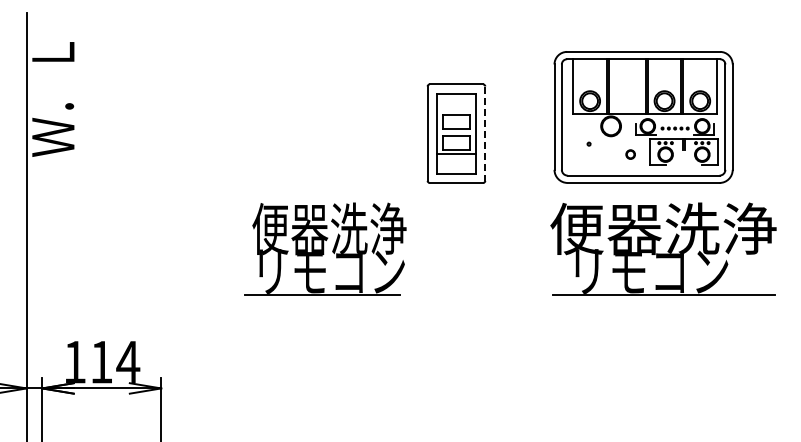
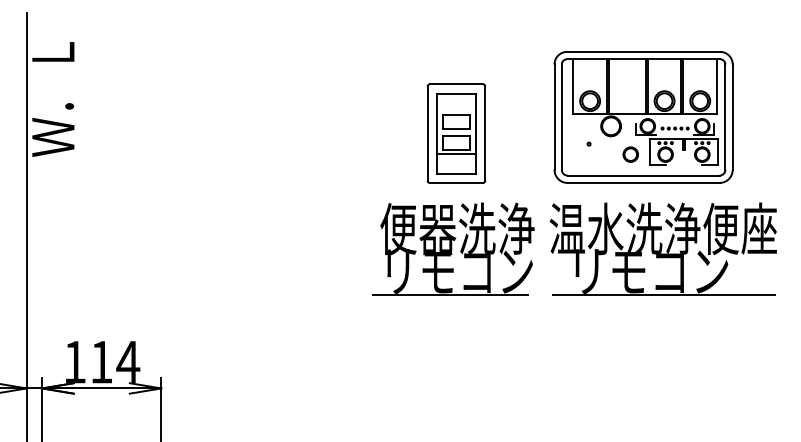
line at (485, 134): dashed -> solid
circle at (630, 154) size: 11x11 px -> 17x17 px
text at (662, 228): 便器洗浄 -> 温水洗浄便座
part at (325, 248) position: (325, 248) -> (453, 248)
